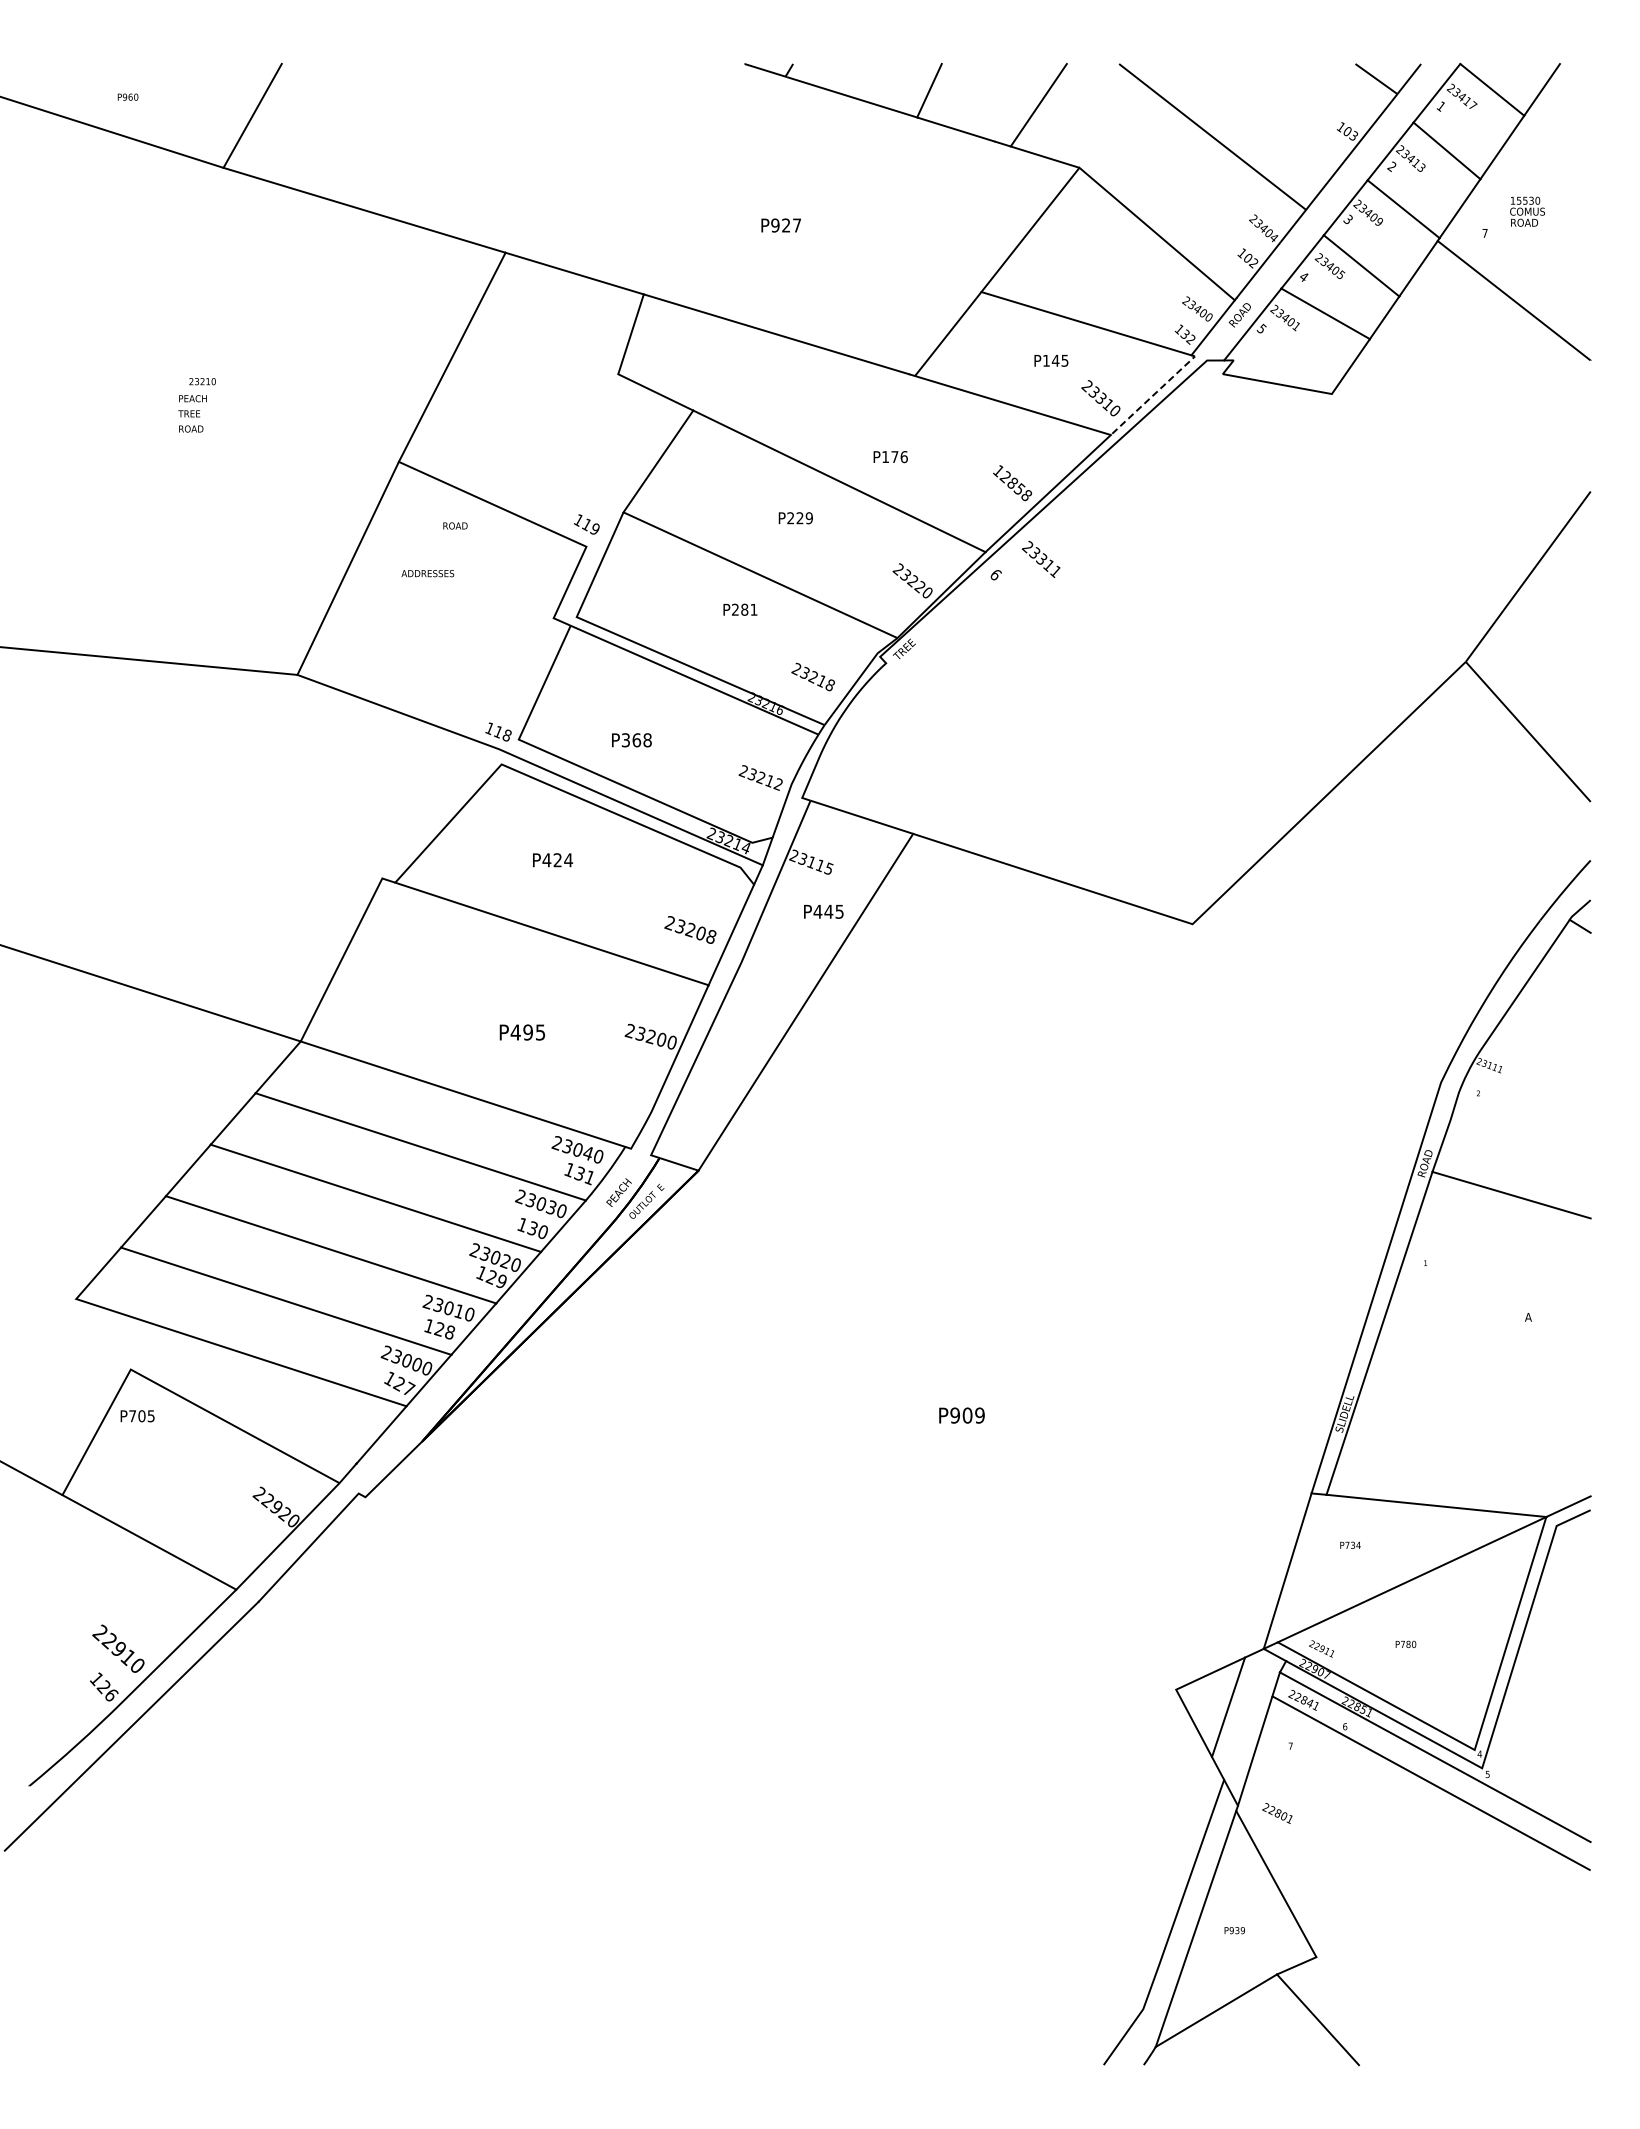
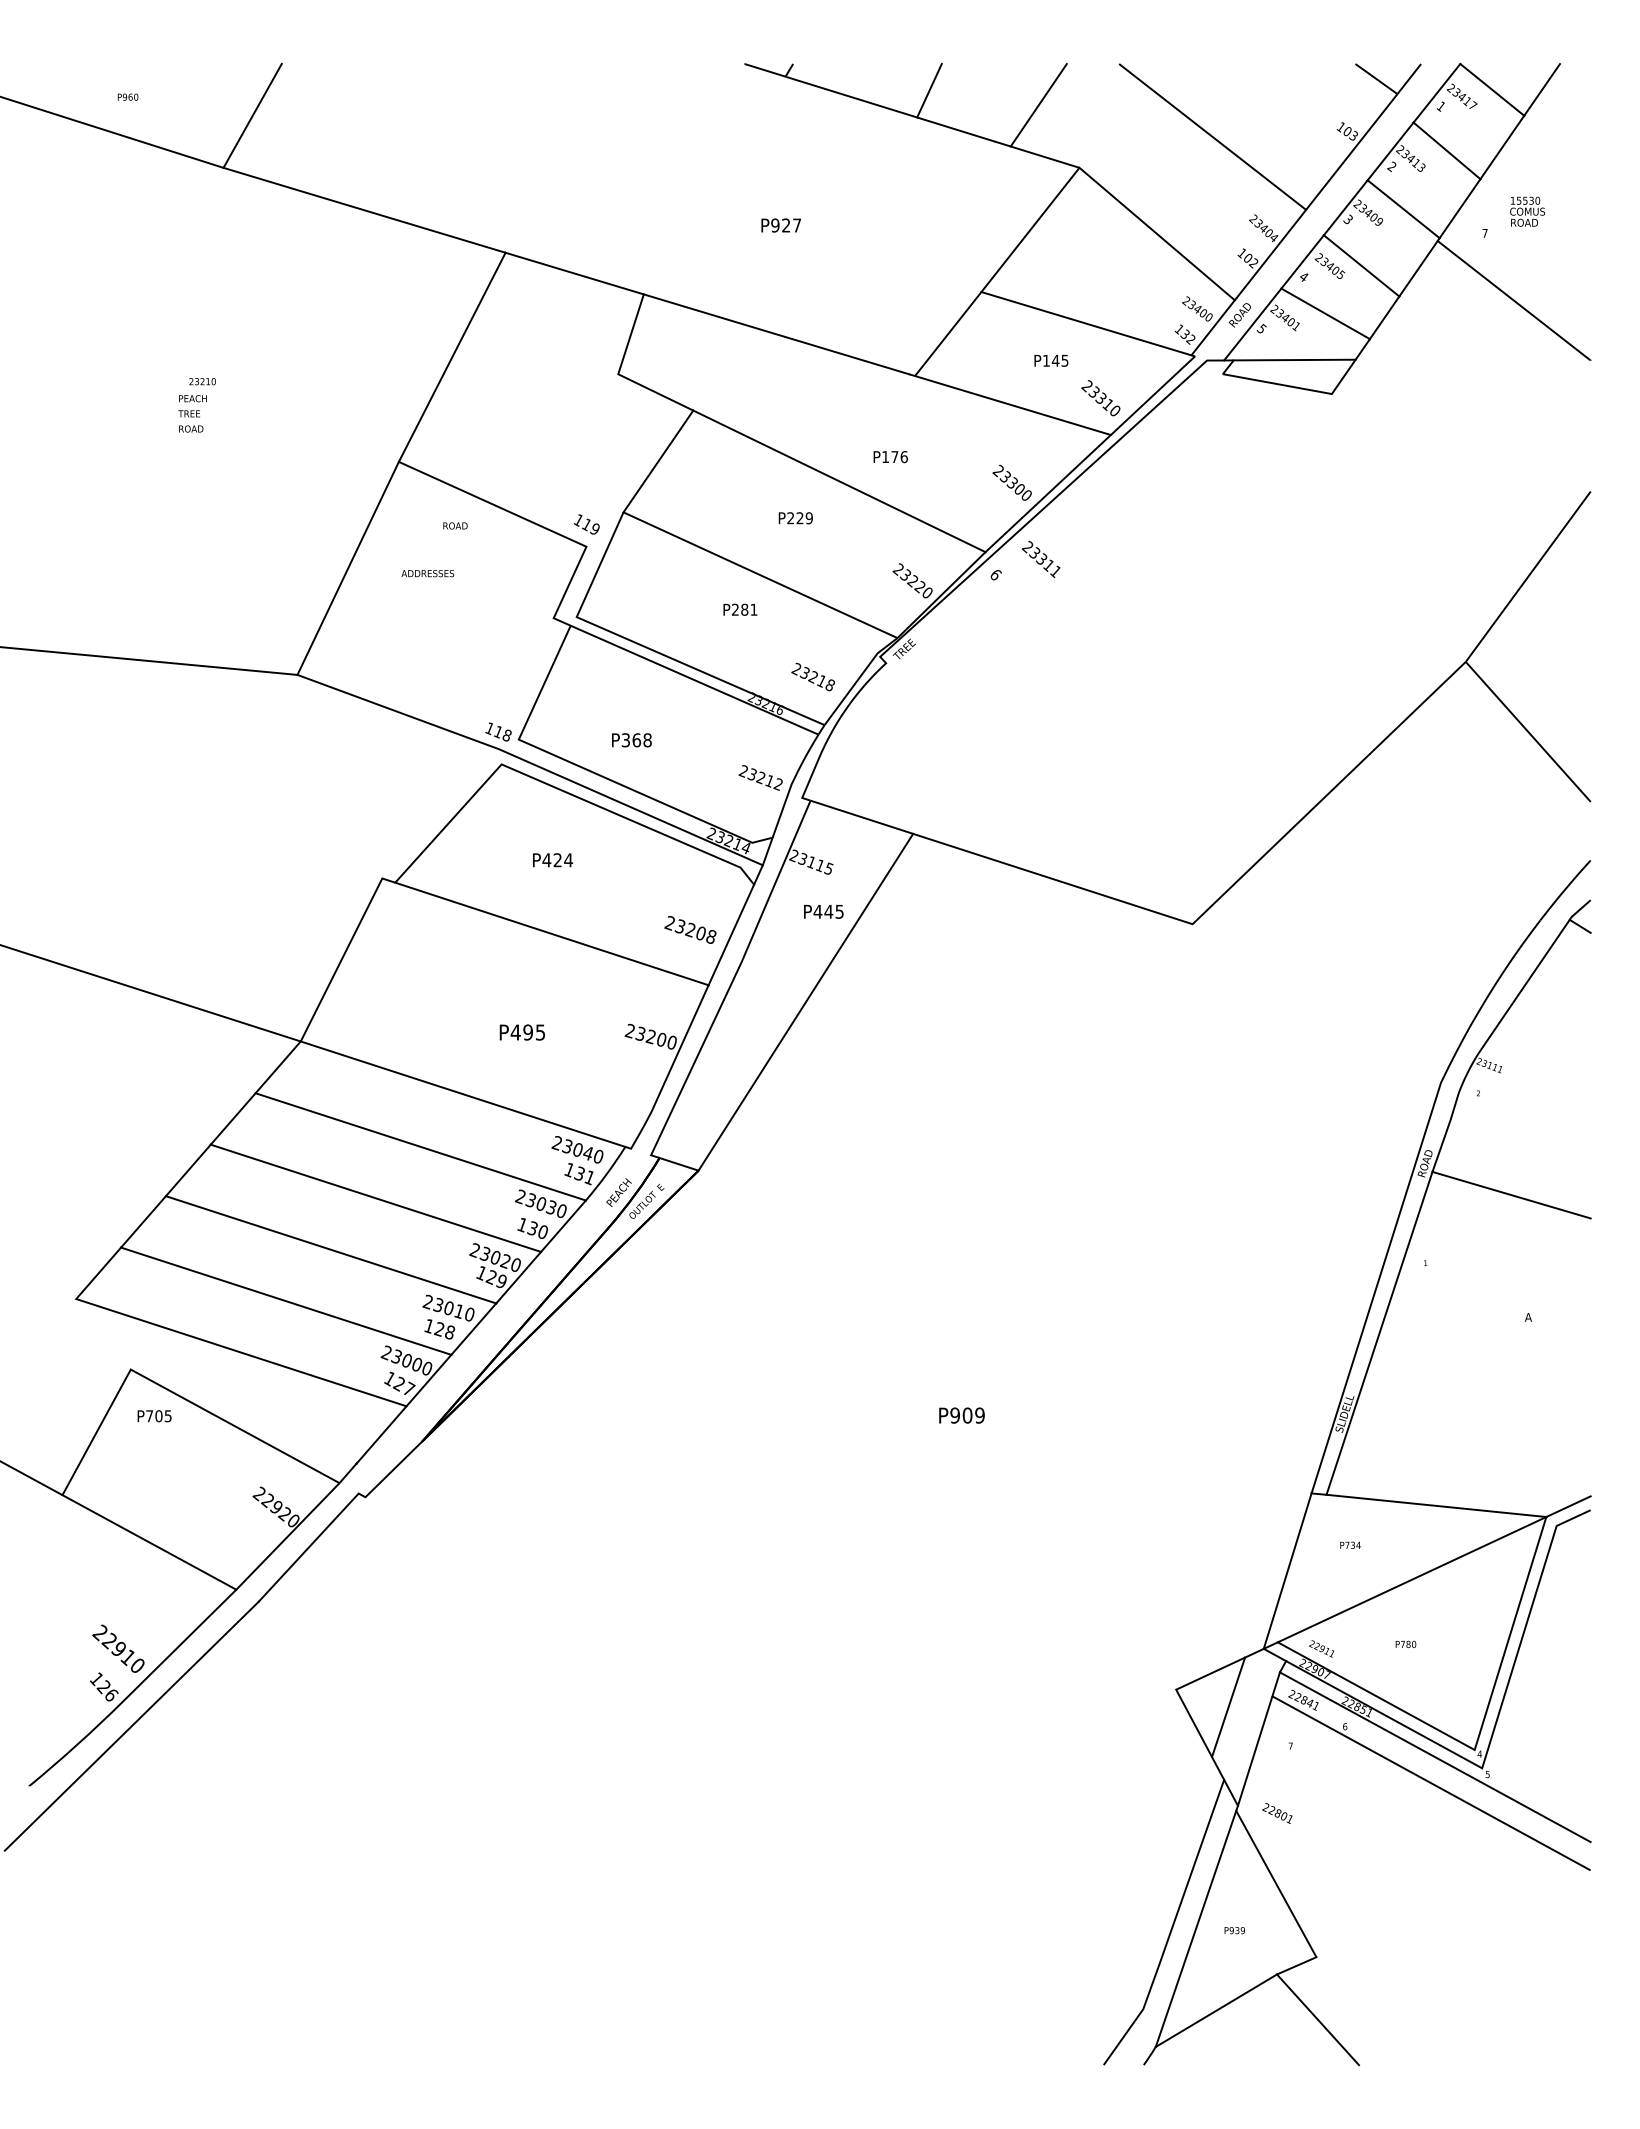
line at (1294, 359): none -> present
line at (1155, 393): dashed -> solid
text at (1012, 482): 12858 -> 23300
text at (137, 1416) position: (137, 1416) -> (154, 1416)
